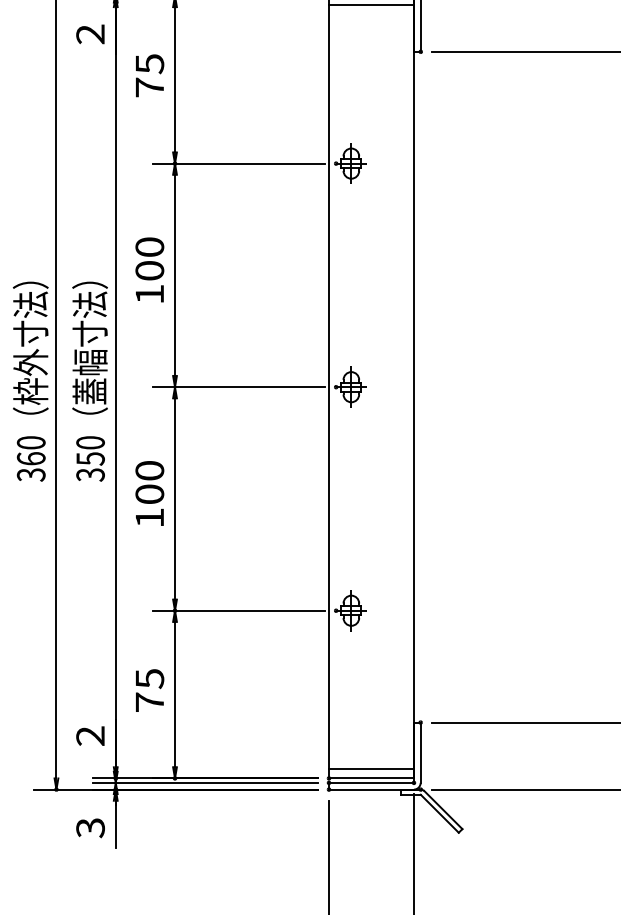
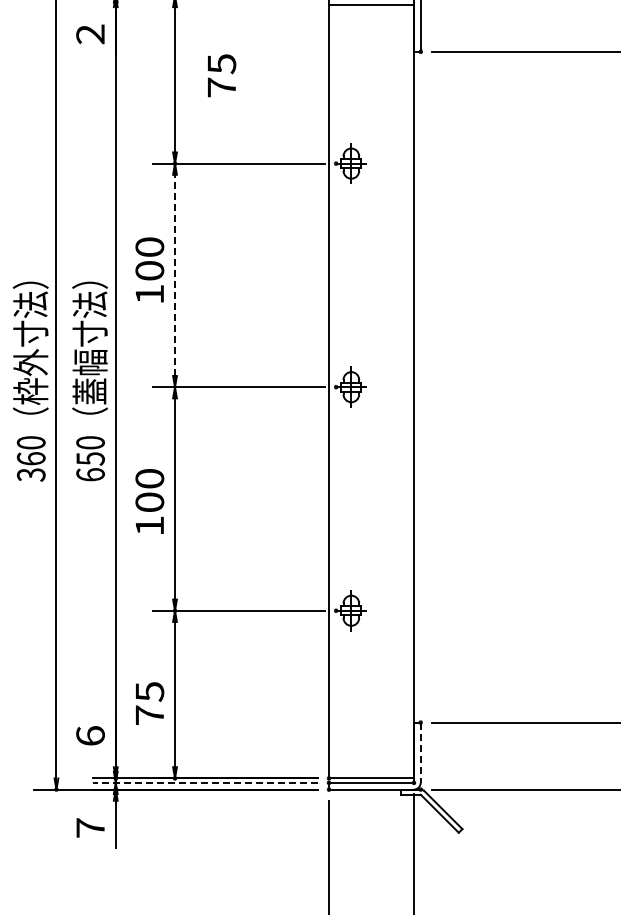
text at (150, 75) position: (150, 75) -> (222, 75)
line at (175, 275): solid -> dashed
text at (90, 474): 350 -> 650
text at (149, 493) position: (149, 493) -> (149, 501)
text at (150, 690) position: (150, 690) -> (150, 703)
text at (90, 735): 2 -> 6
line at (420, 753): solid -> dashed
line at (371, 769): present -> none
line at (205, 782): solid -> dashed
text at (90, 828): 3 -> 7
